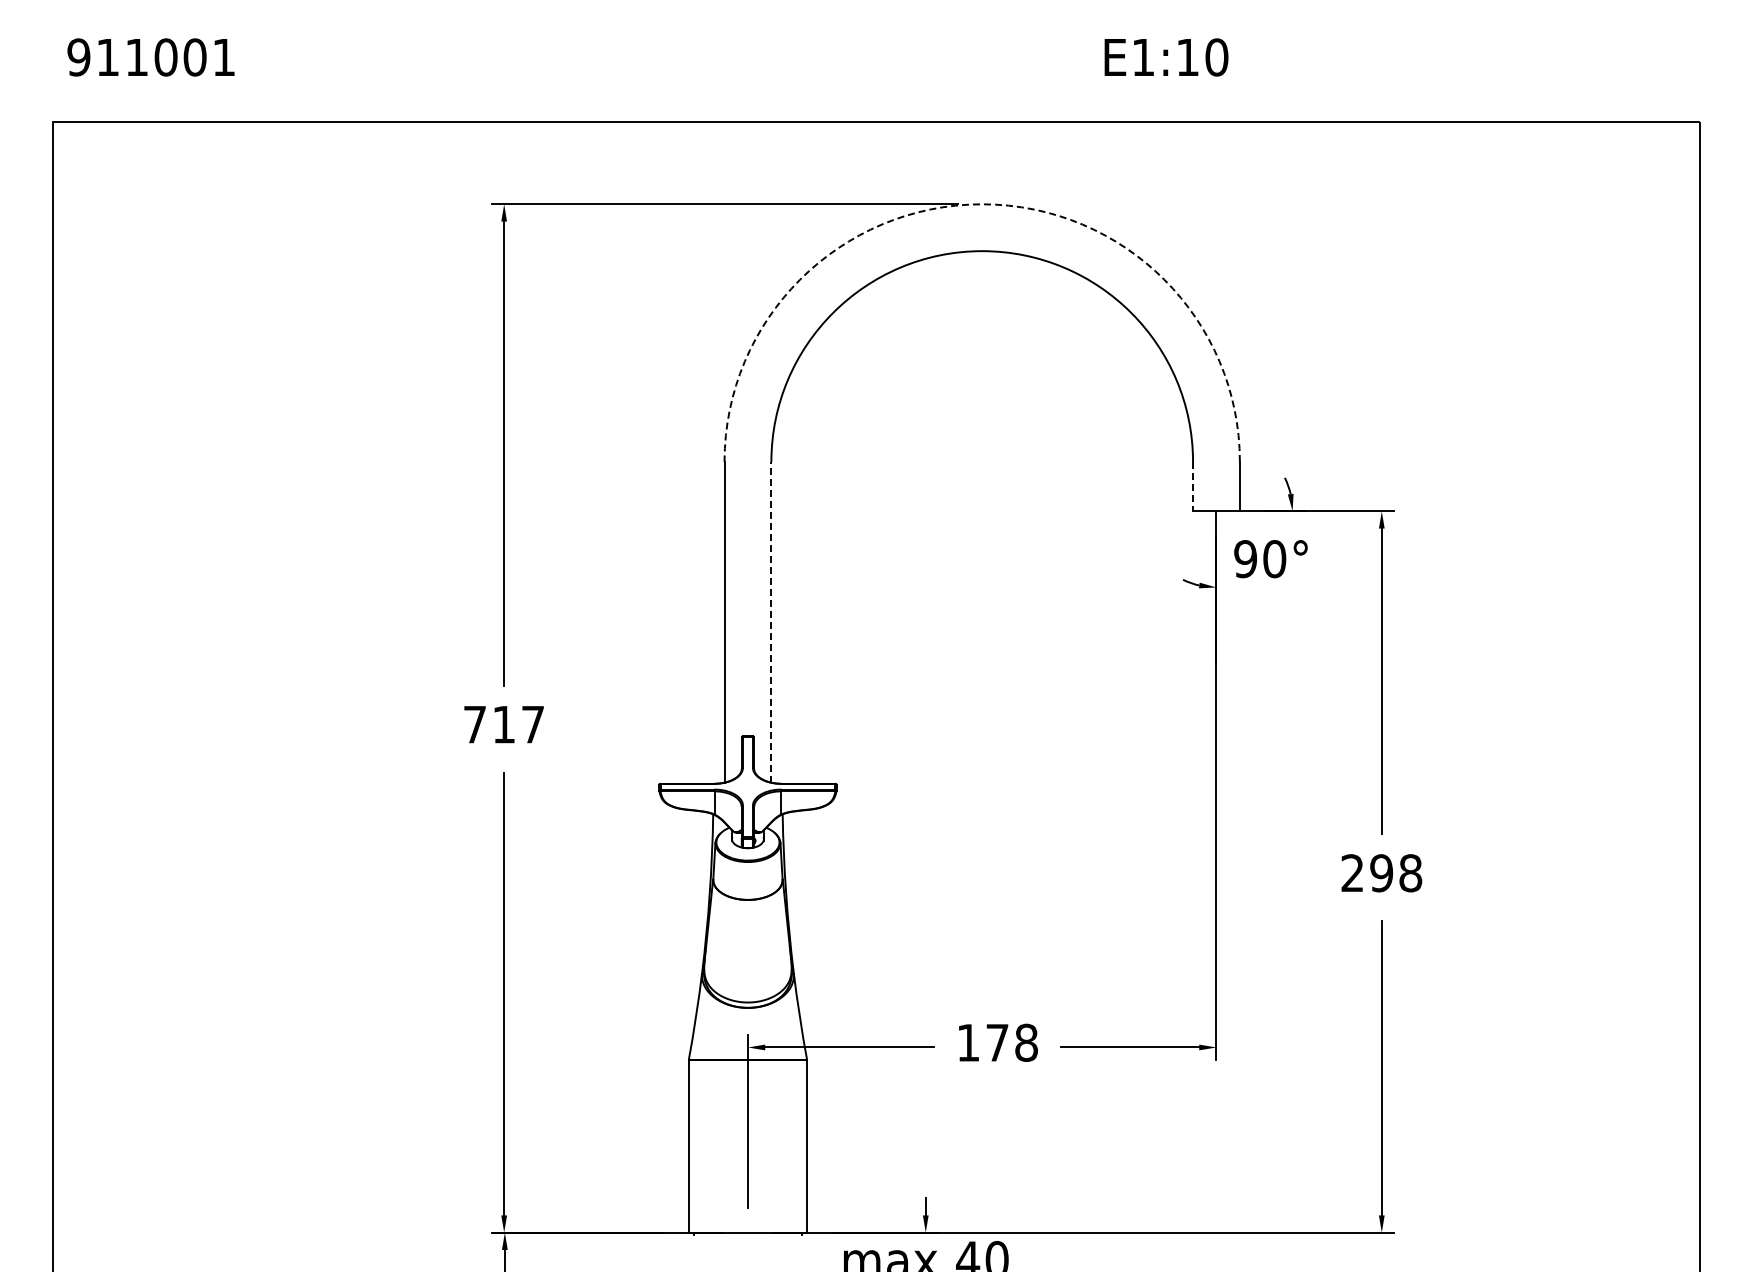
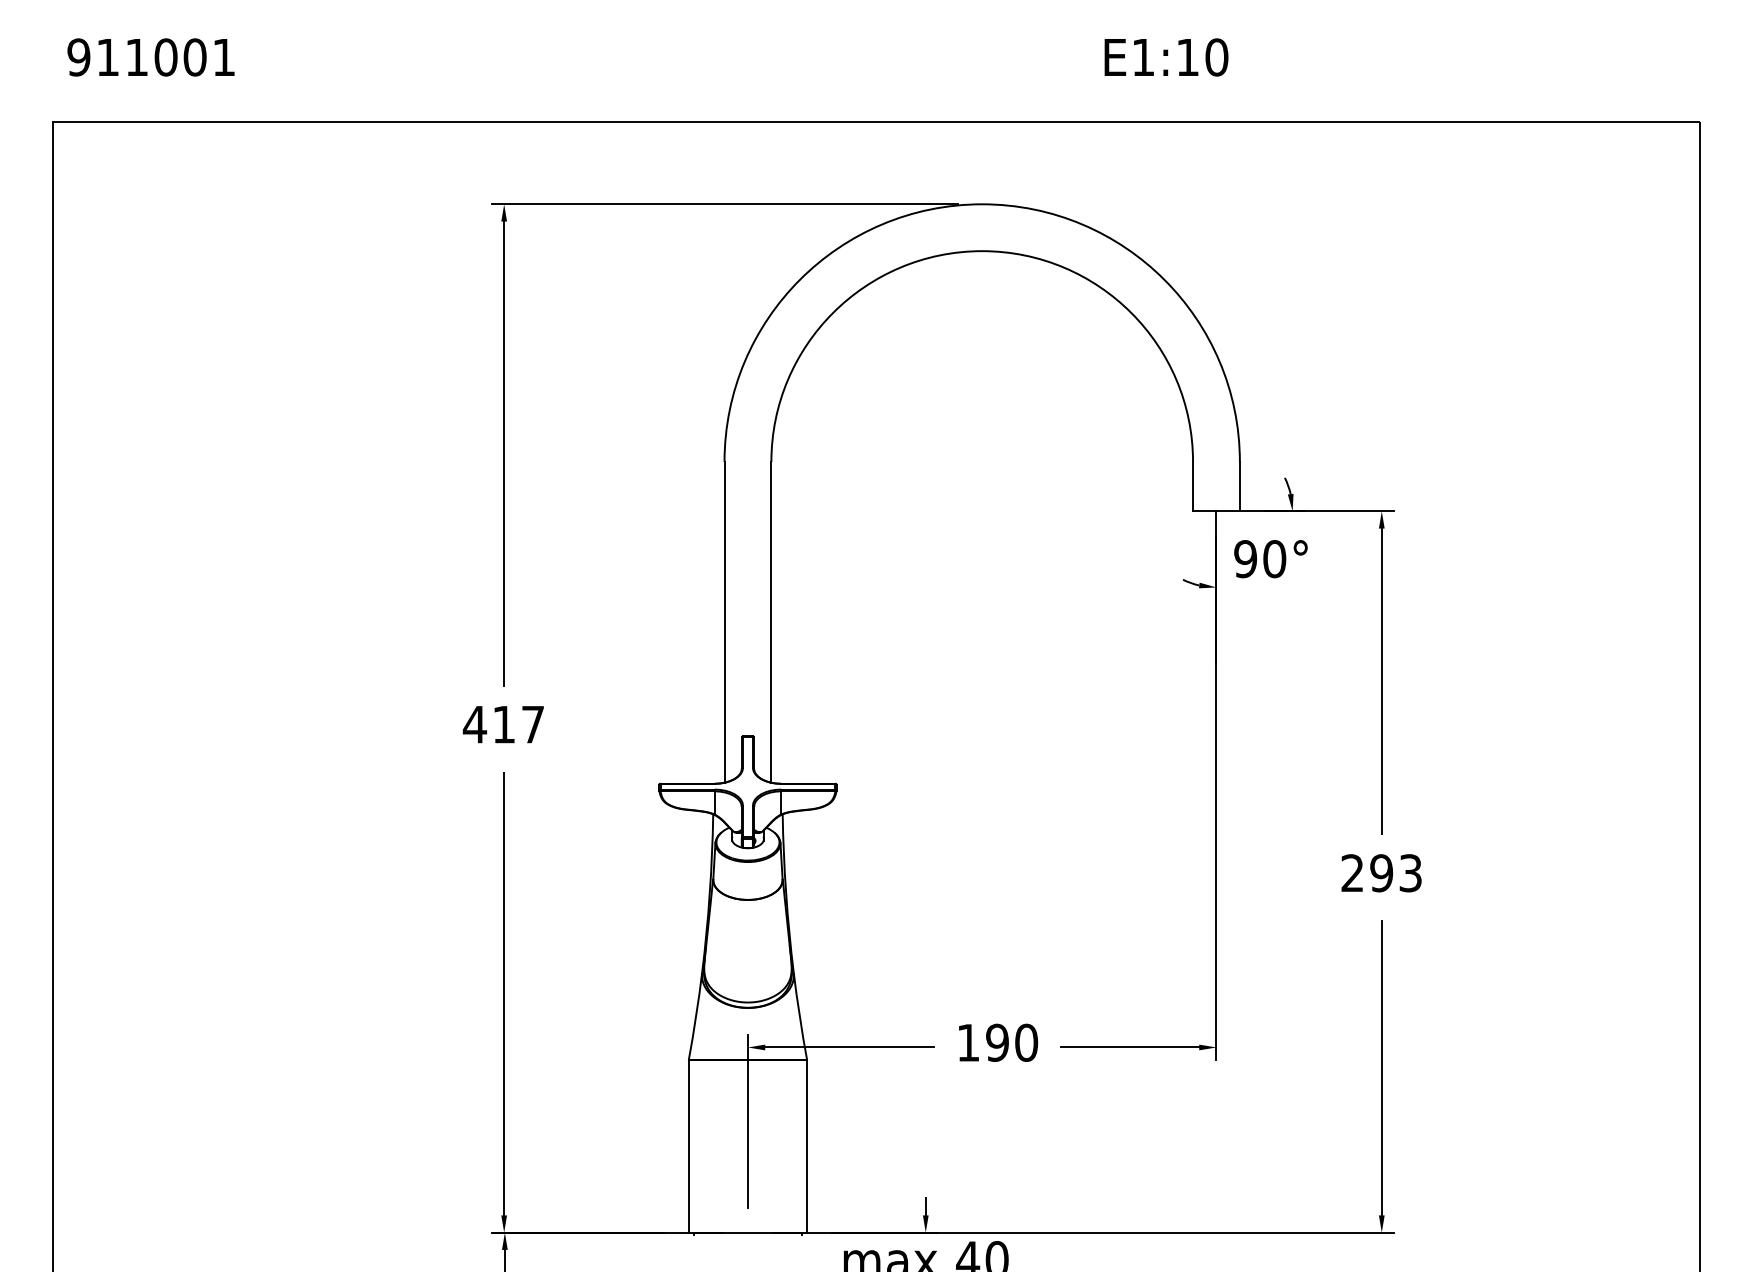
arc at (982, 204): dashed -> solid
line at (1193, 486): dashed -> solid
line at (771, 621): dashed -> solid
text at (474, 724): 717 -> 417
text at (1410, 873): 298 -> 293
text at (1012, 1042): 178 -> 190
